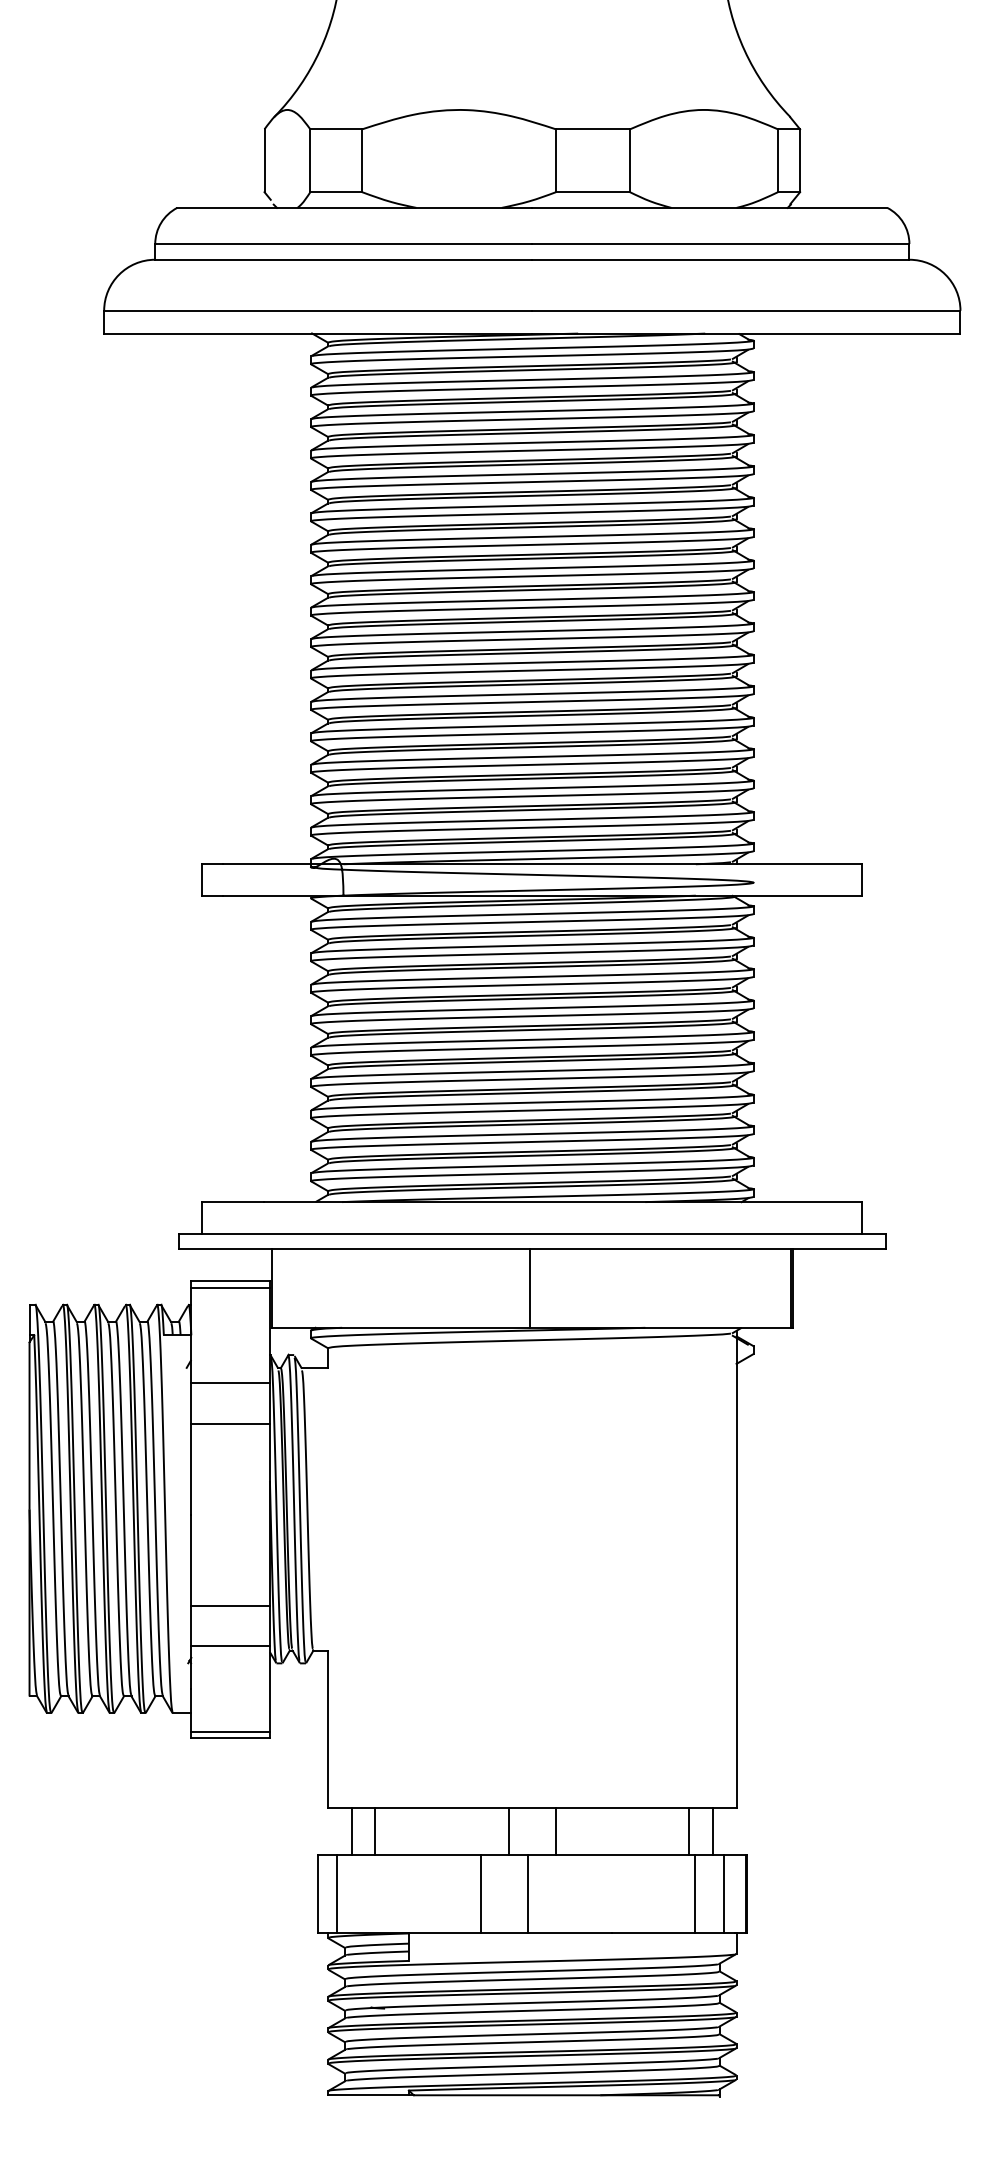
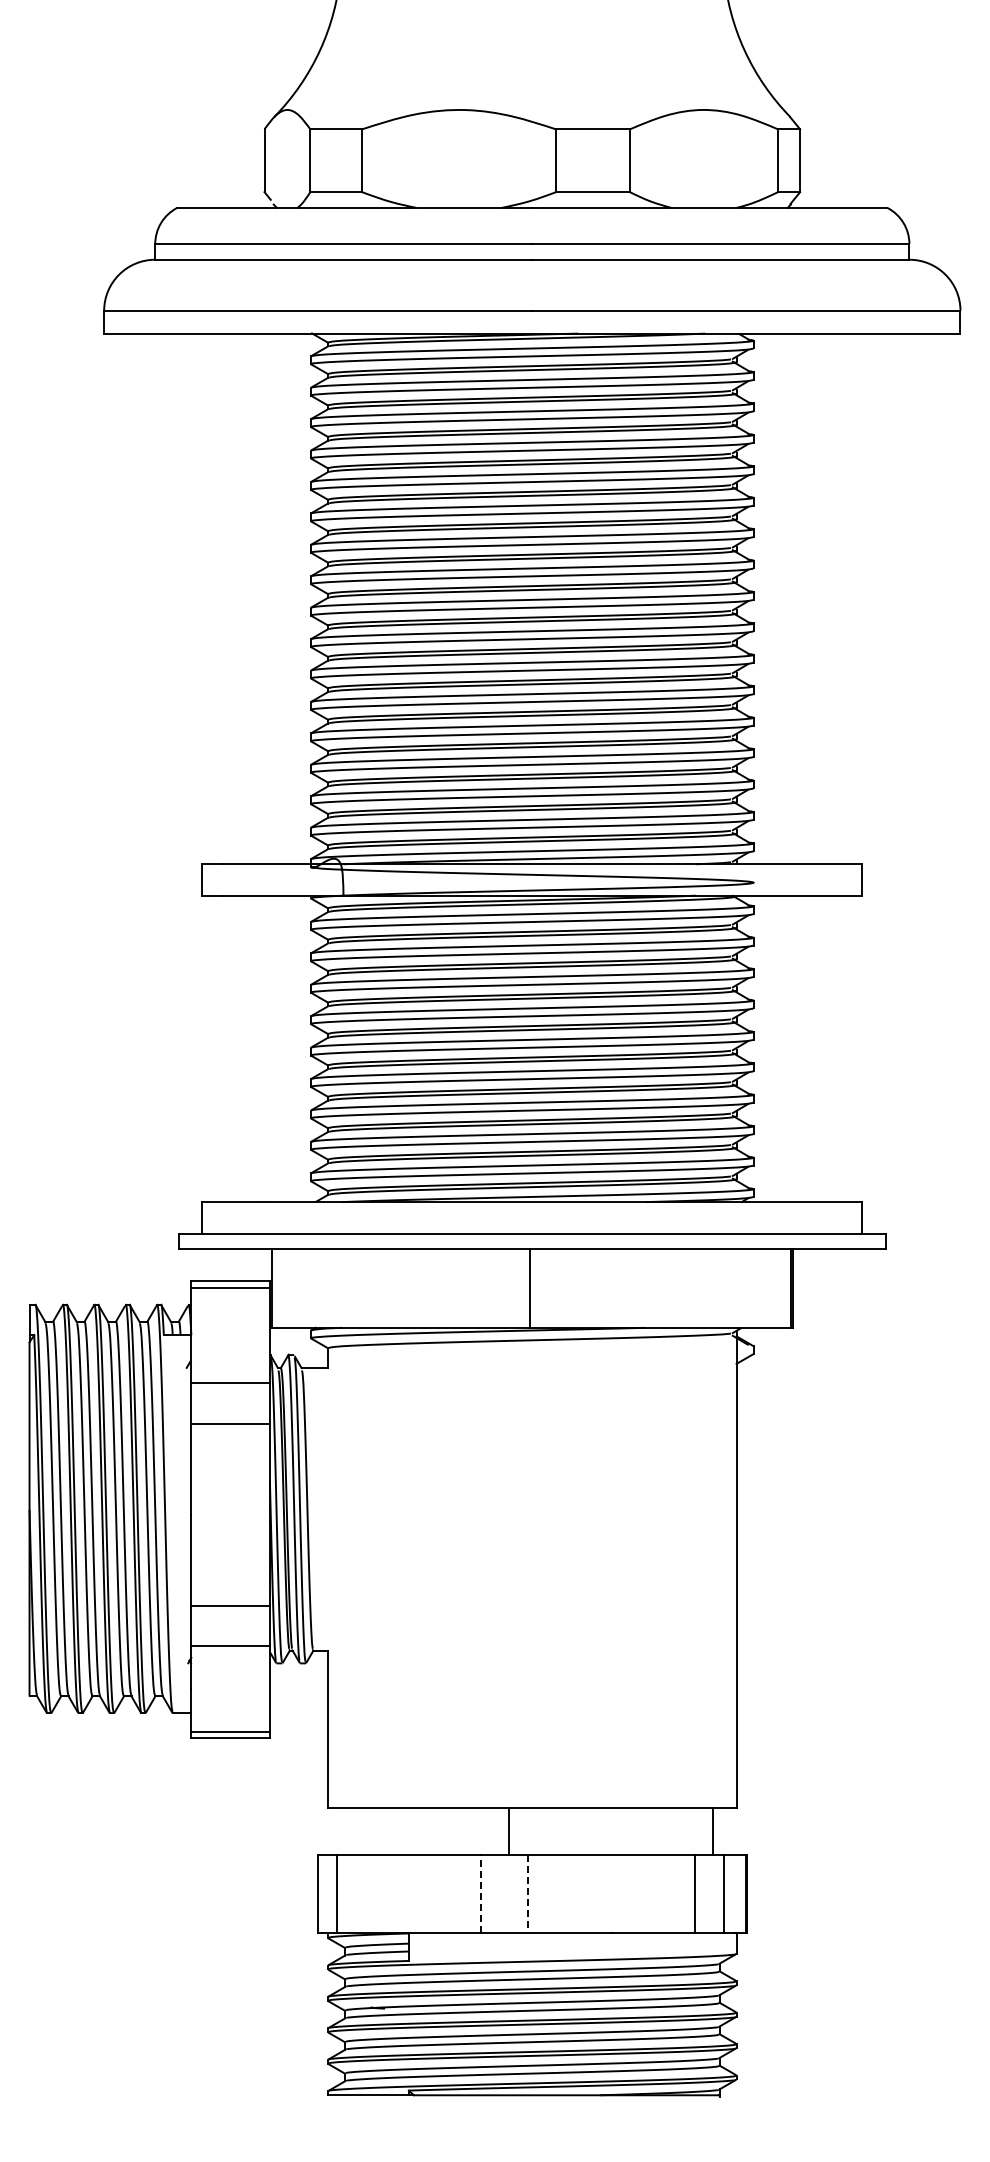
line at (351, 1830): present -> none
line at (375, 1830): present -> none
line at (555, 1830): present -> none
line at (689, 1830): present -> none
line at (481, 1893): solid -> dashed
line at (527, 1894): solid -> dashed
